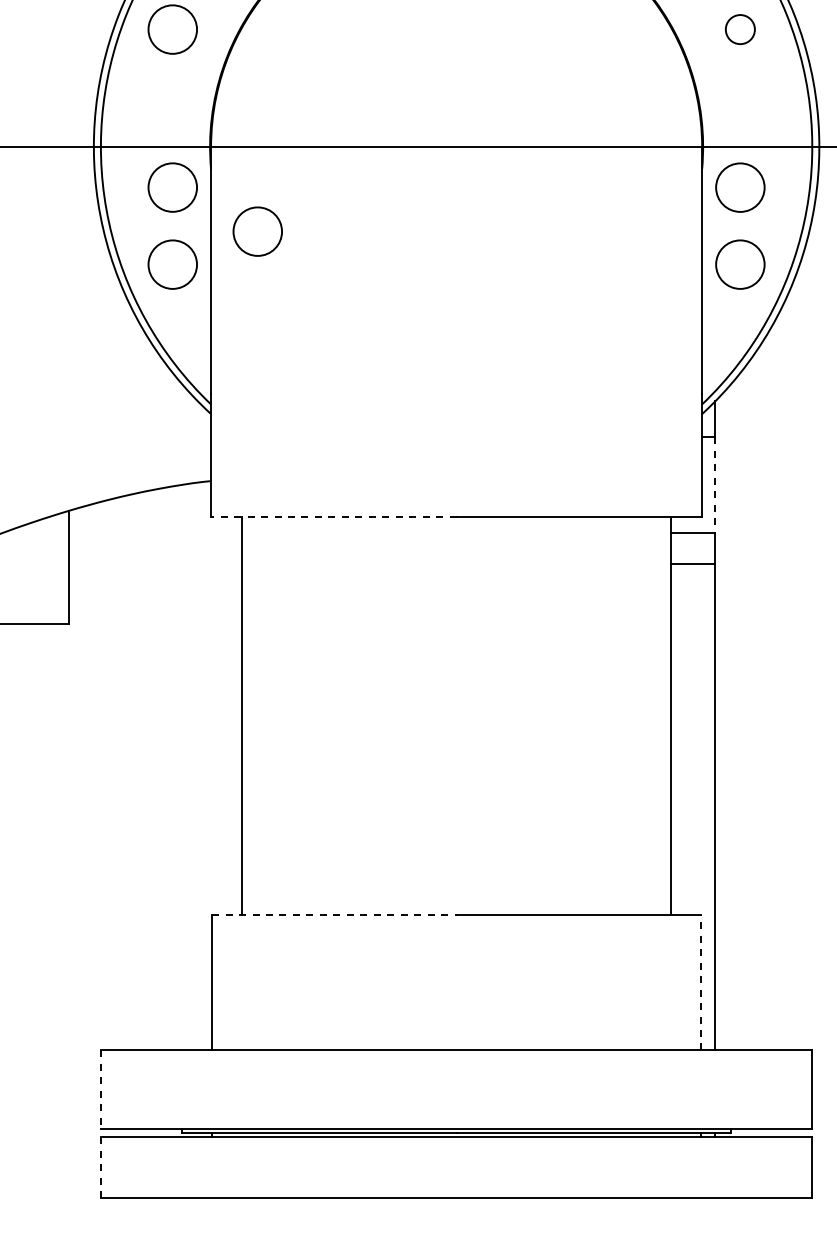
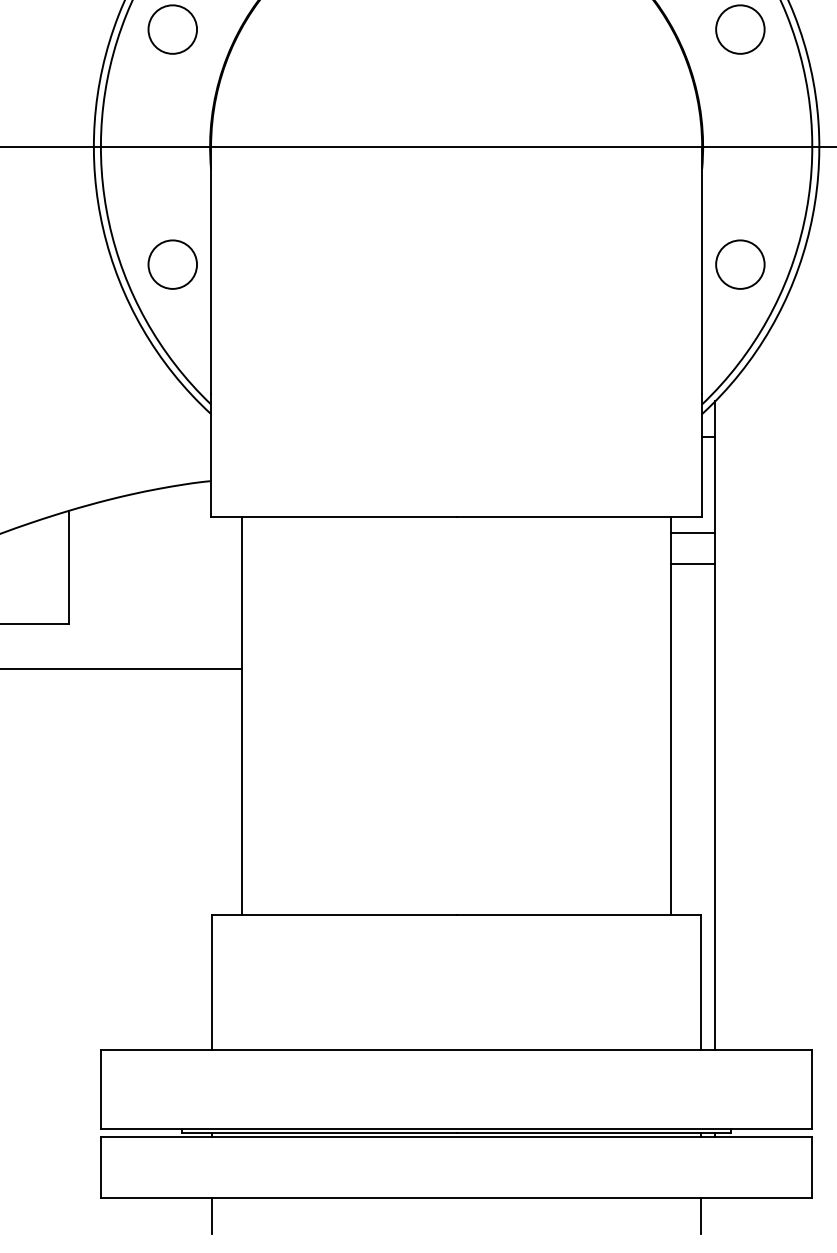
circle at (739, 29) diameter: 29 px -> 49 px
circle at (172, 187): present -> none
circle at (740, 187): present -> none
circle at (257, 231): present -> none
line at (715, 485): dashed -> solid
line at (333, 516): dashed -> solid
line at (122, 668): none -> present
line at (334, 915): dashed -> solid
line at (701, 982): dashed -> solid
line at (100, 1090): dashed -> solid
line at (100, 1168): dashed -> solid
line at (212, 1215): none -> present
line at (701, 1215): none -> present
